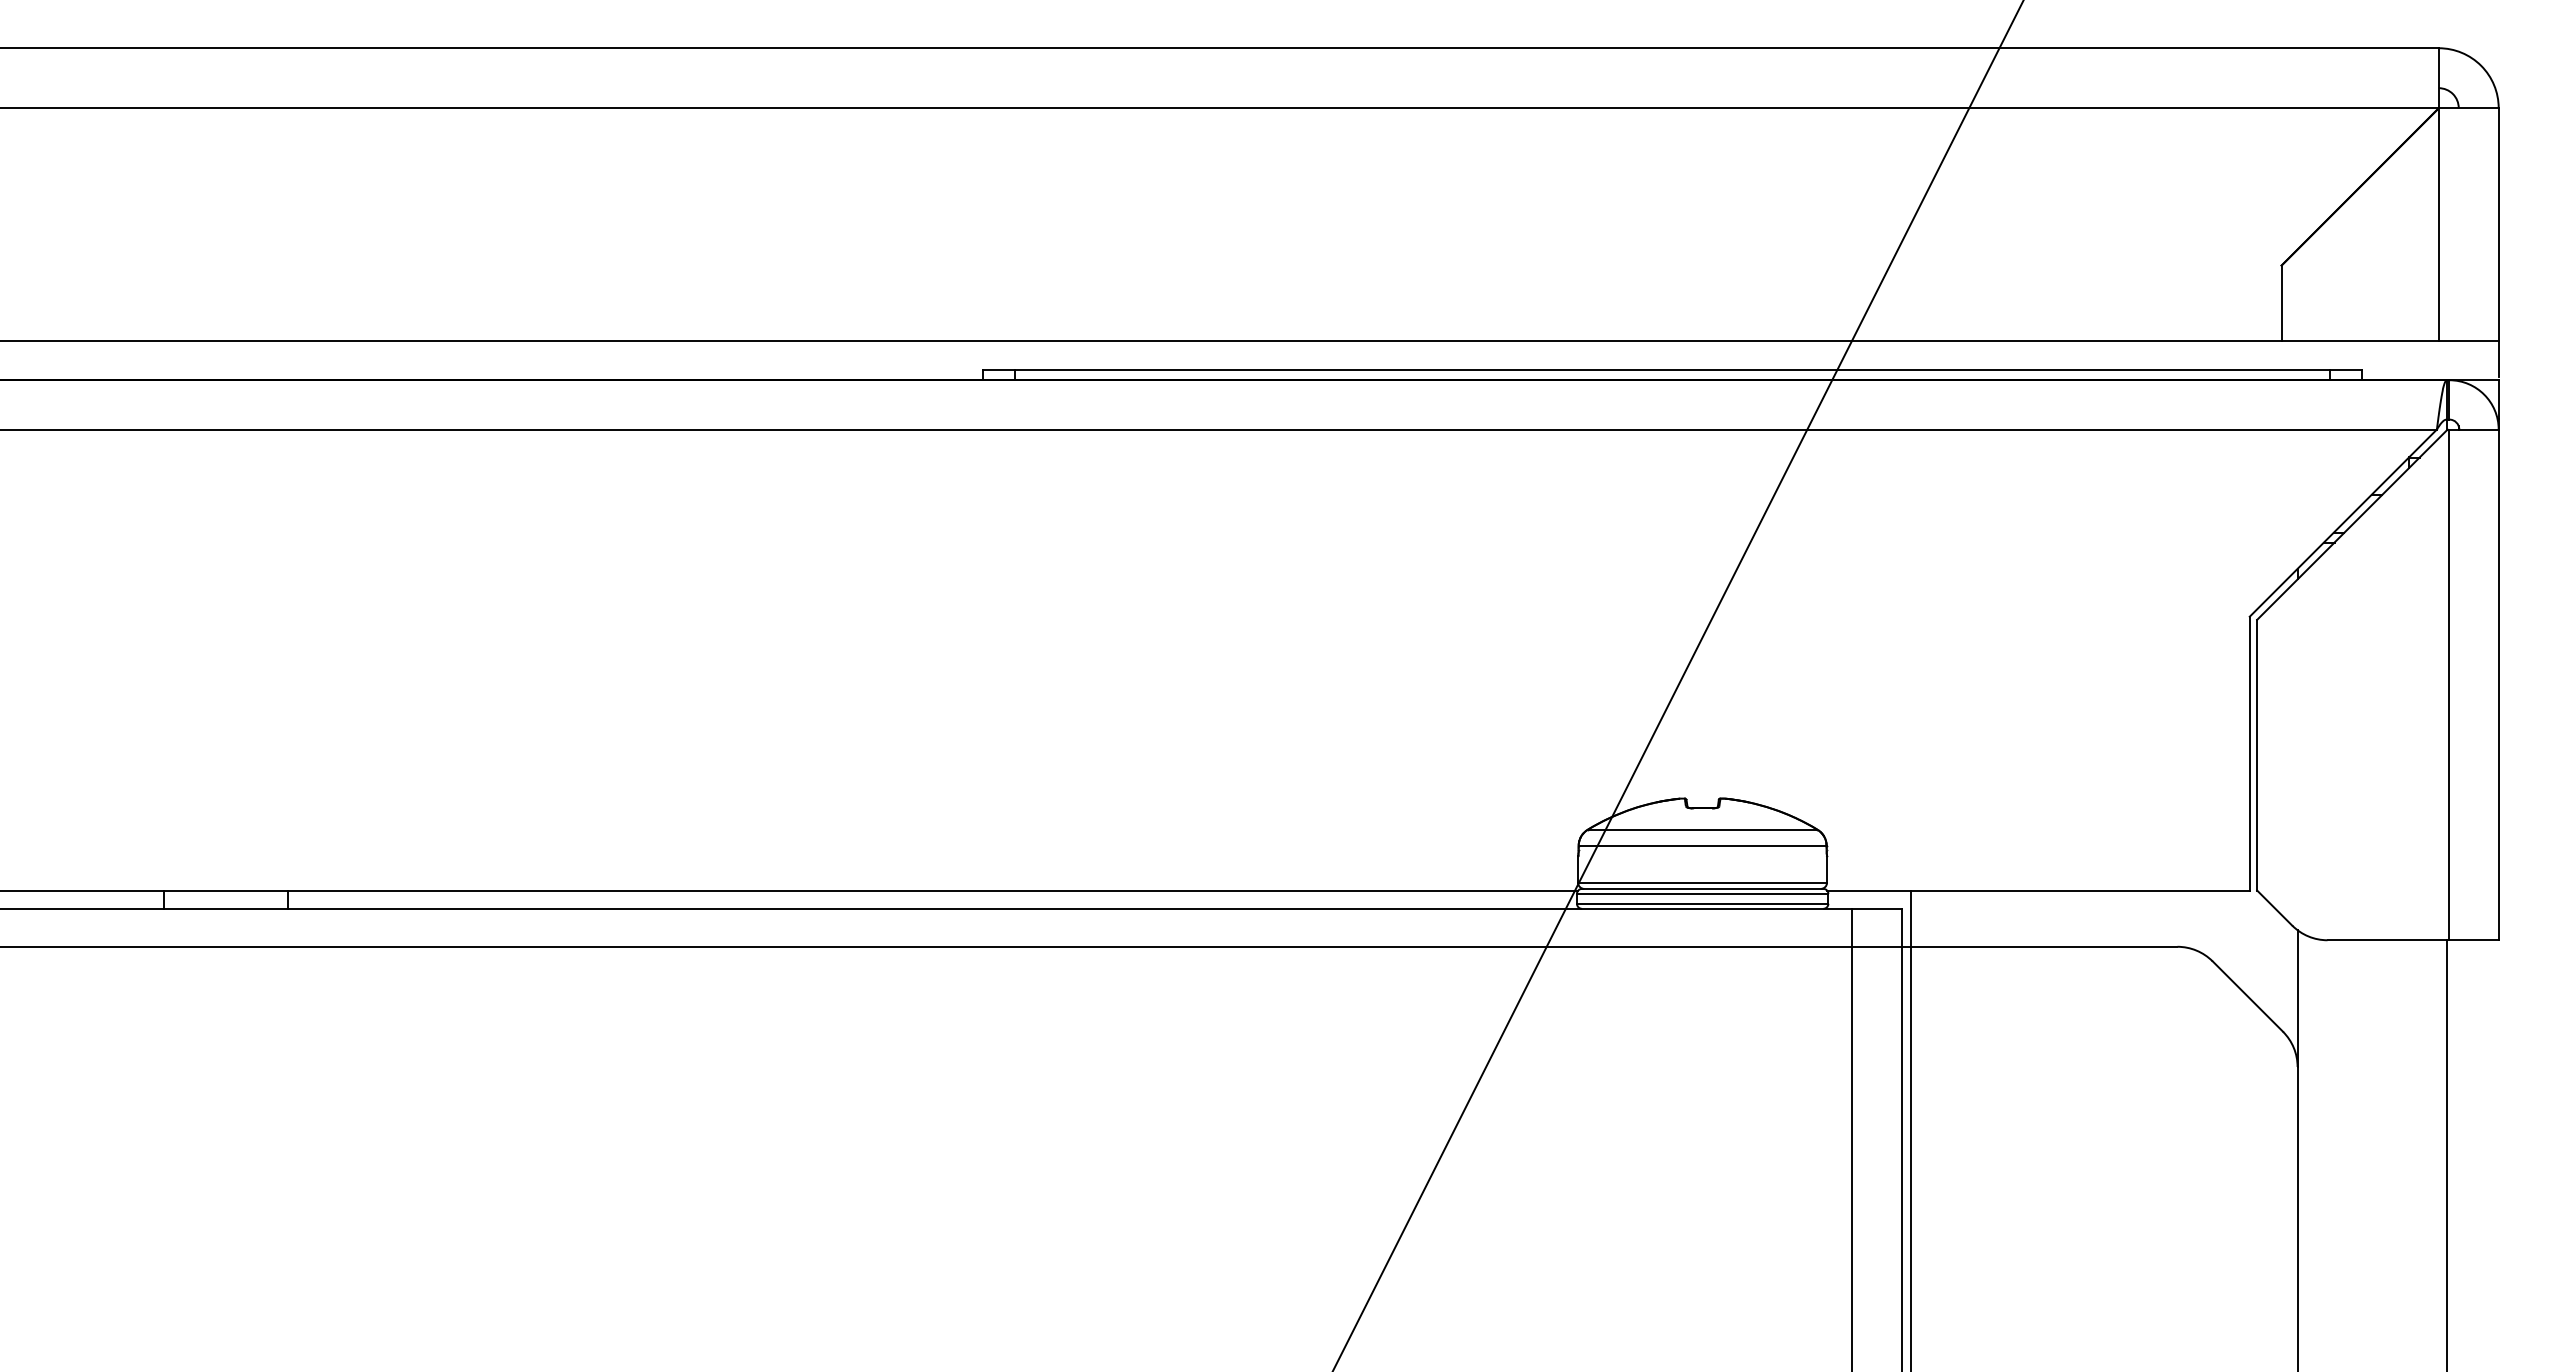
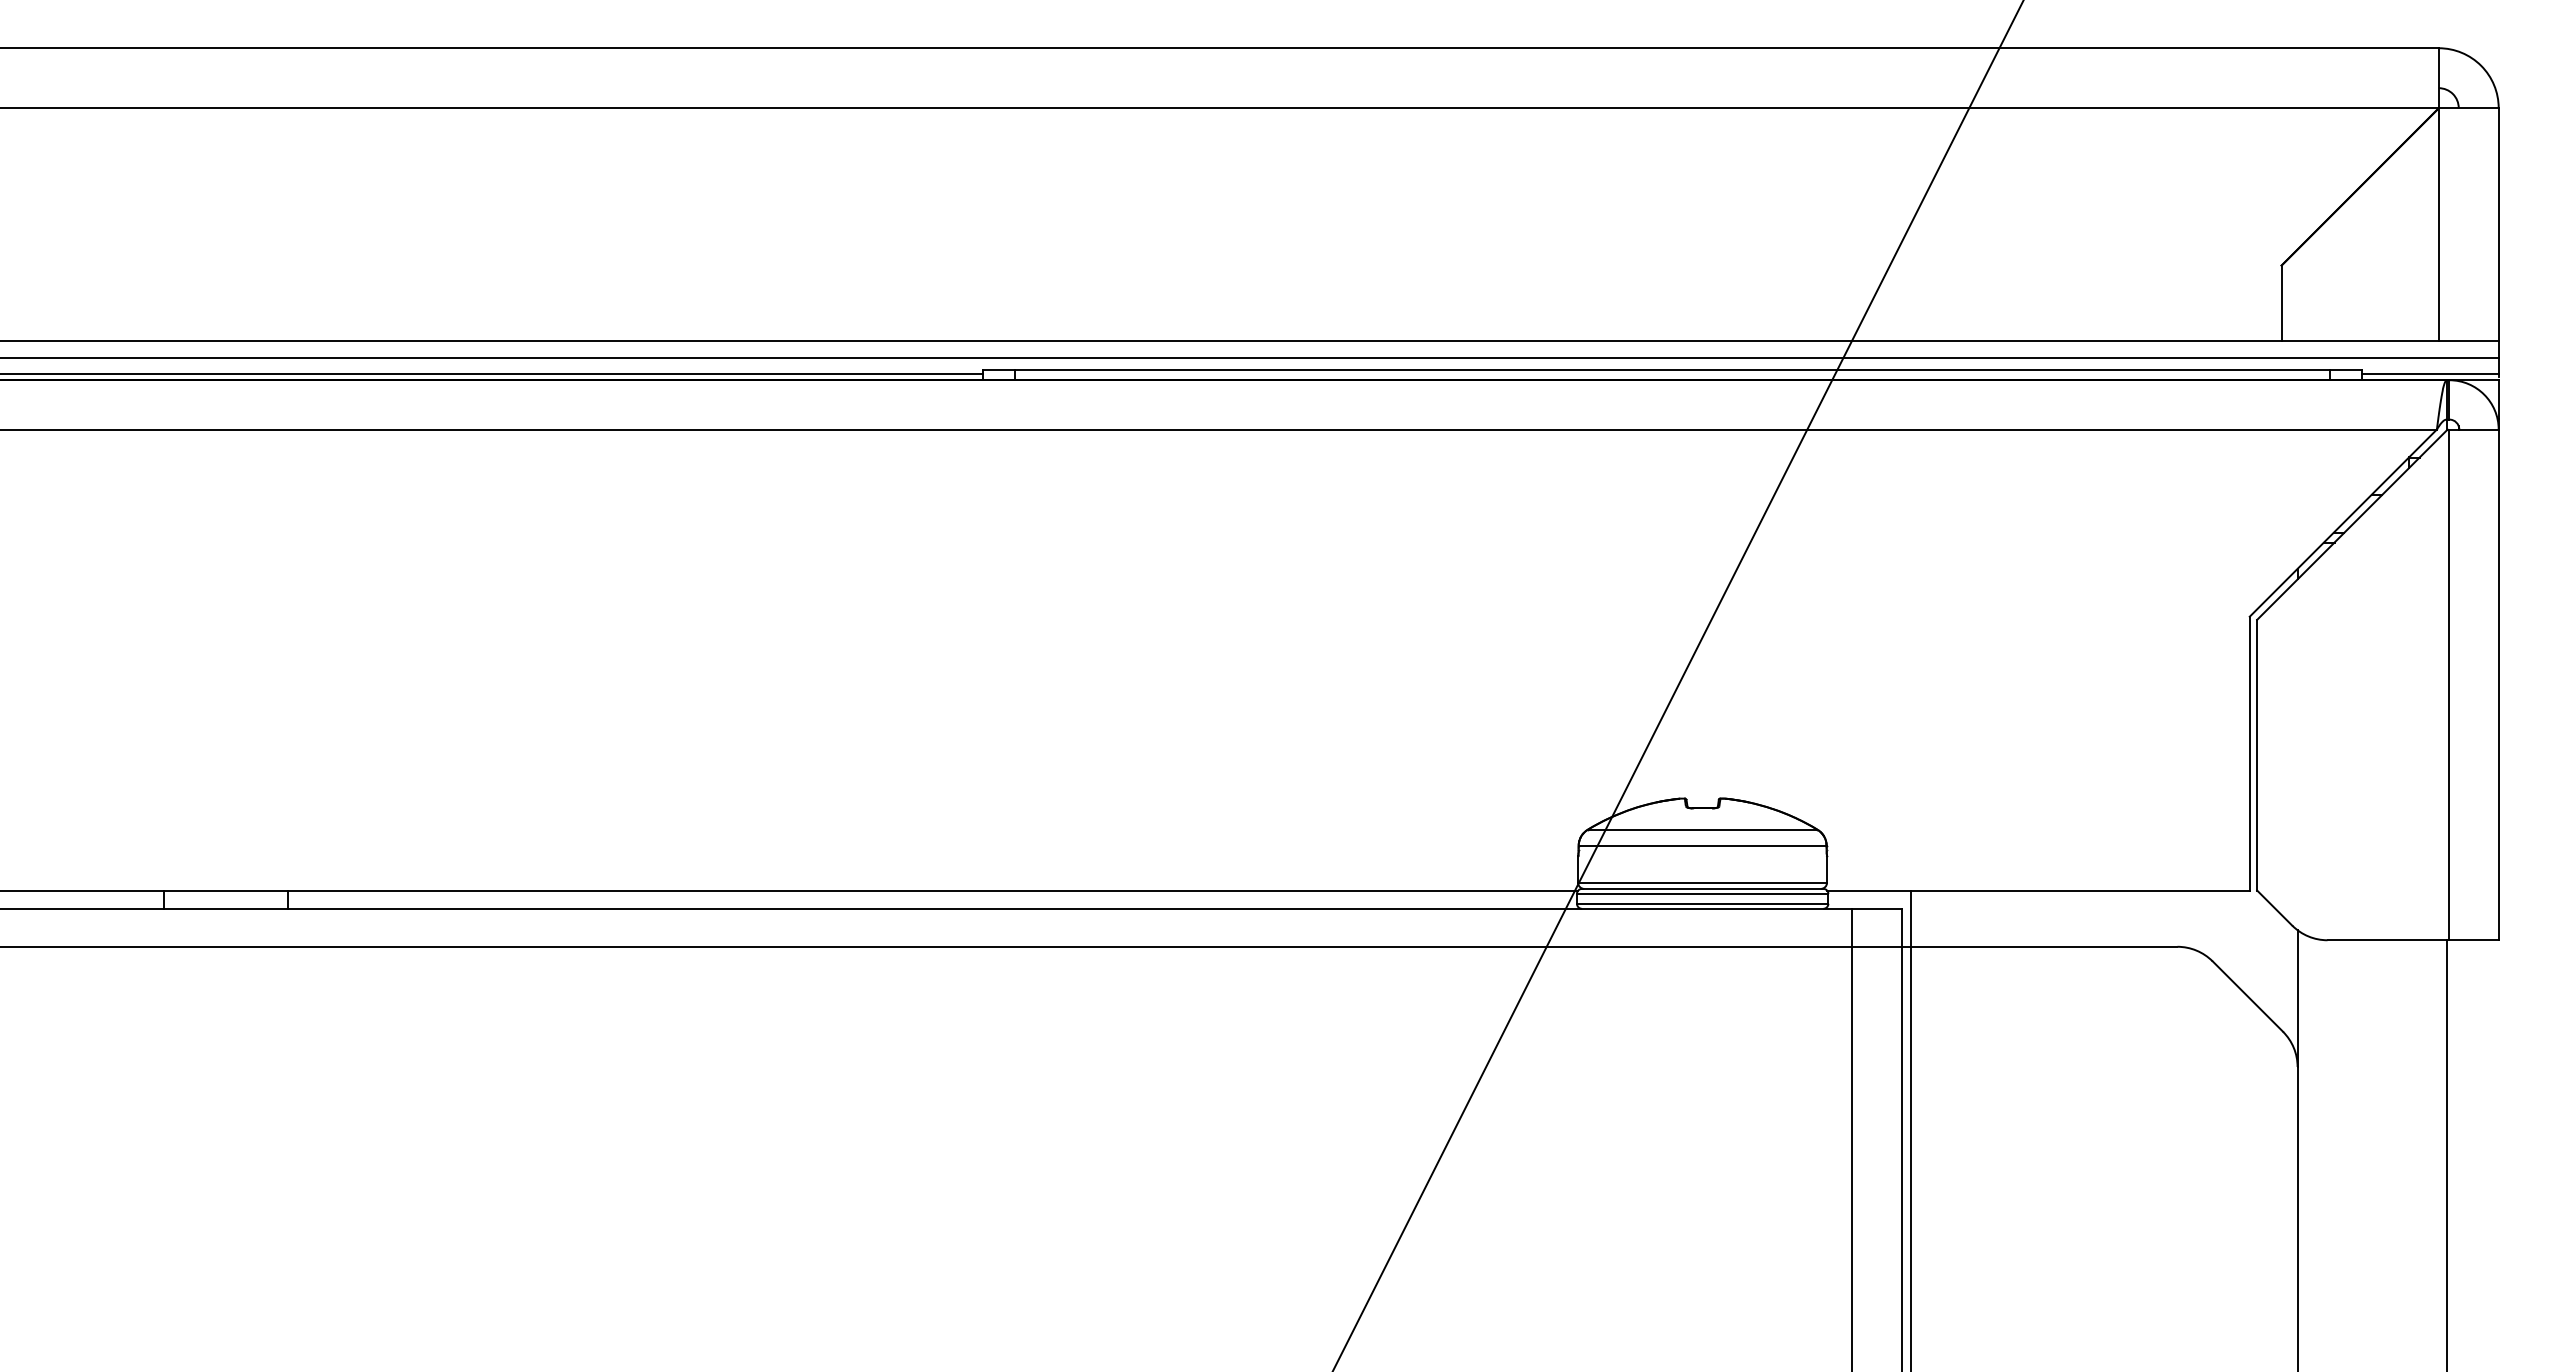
line at (1250, 358): none -> present
line at (492, 373): none -> present
line at (2429, 373): none -> present
